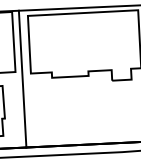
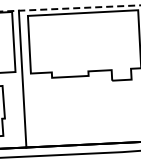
line at (70, 8): solid -> dashed
